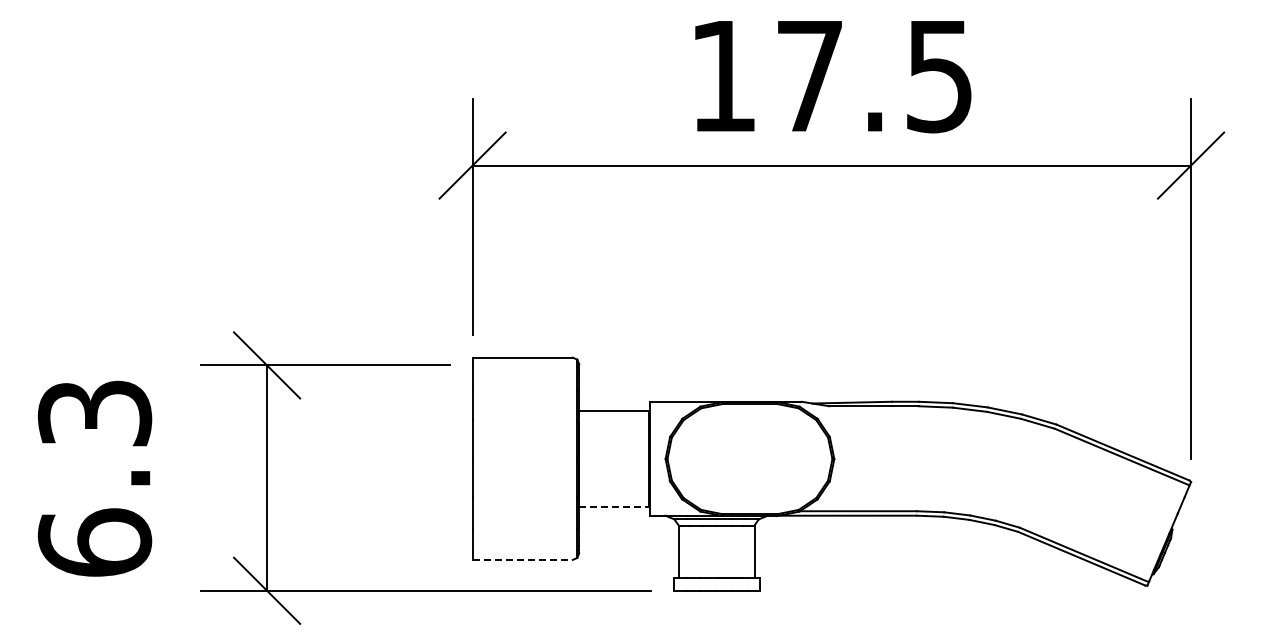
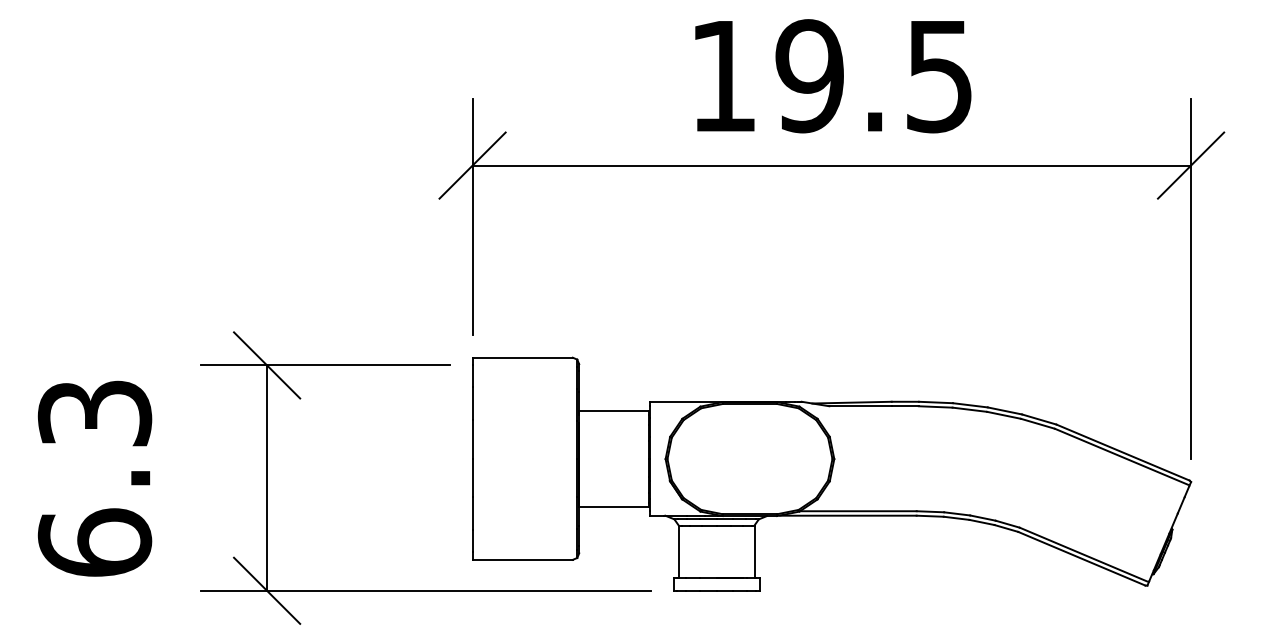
text at (809, 76): 17.5 -> 19.5
line at (614, 506): dashed -> solid
line at (523, 559): dashed -> solid
